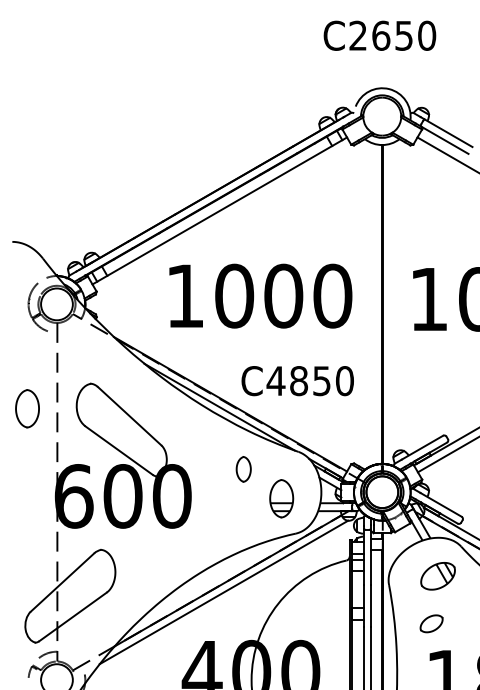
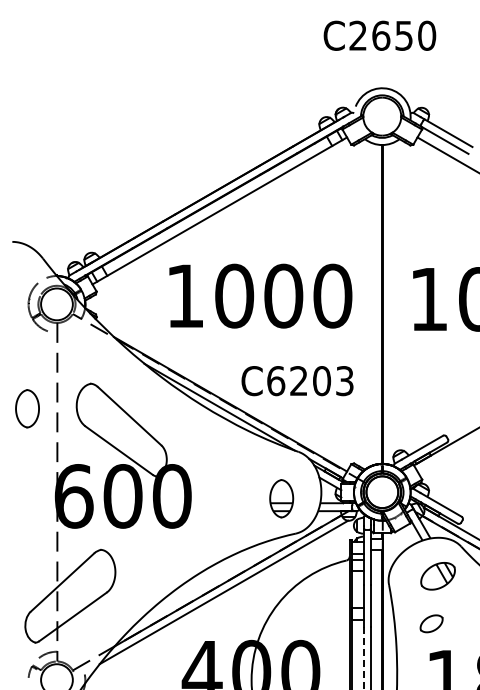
text at (309, 381): C4850 -> C6203
line at (446, 455): present -> none
part at (243, 469): present -> none
line at (363, 658): solid -> dashed
